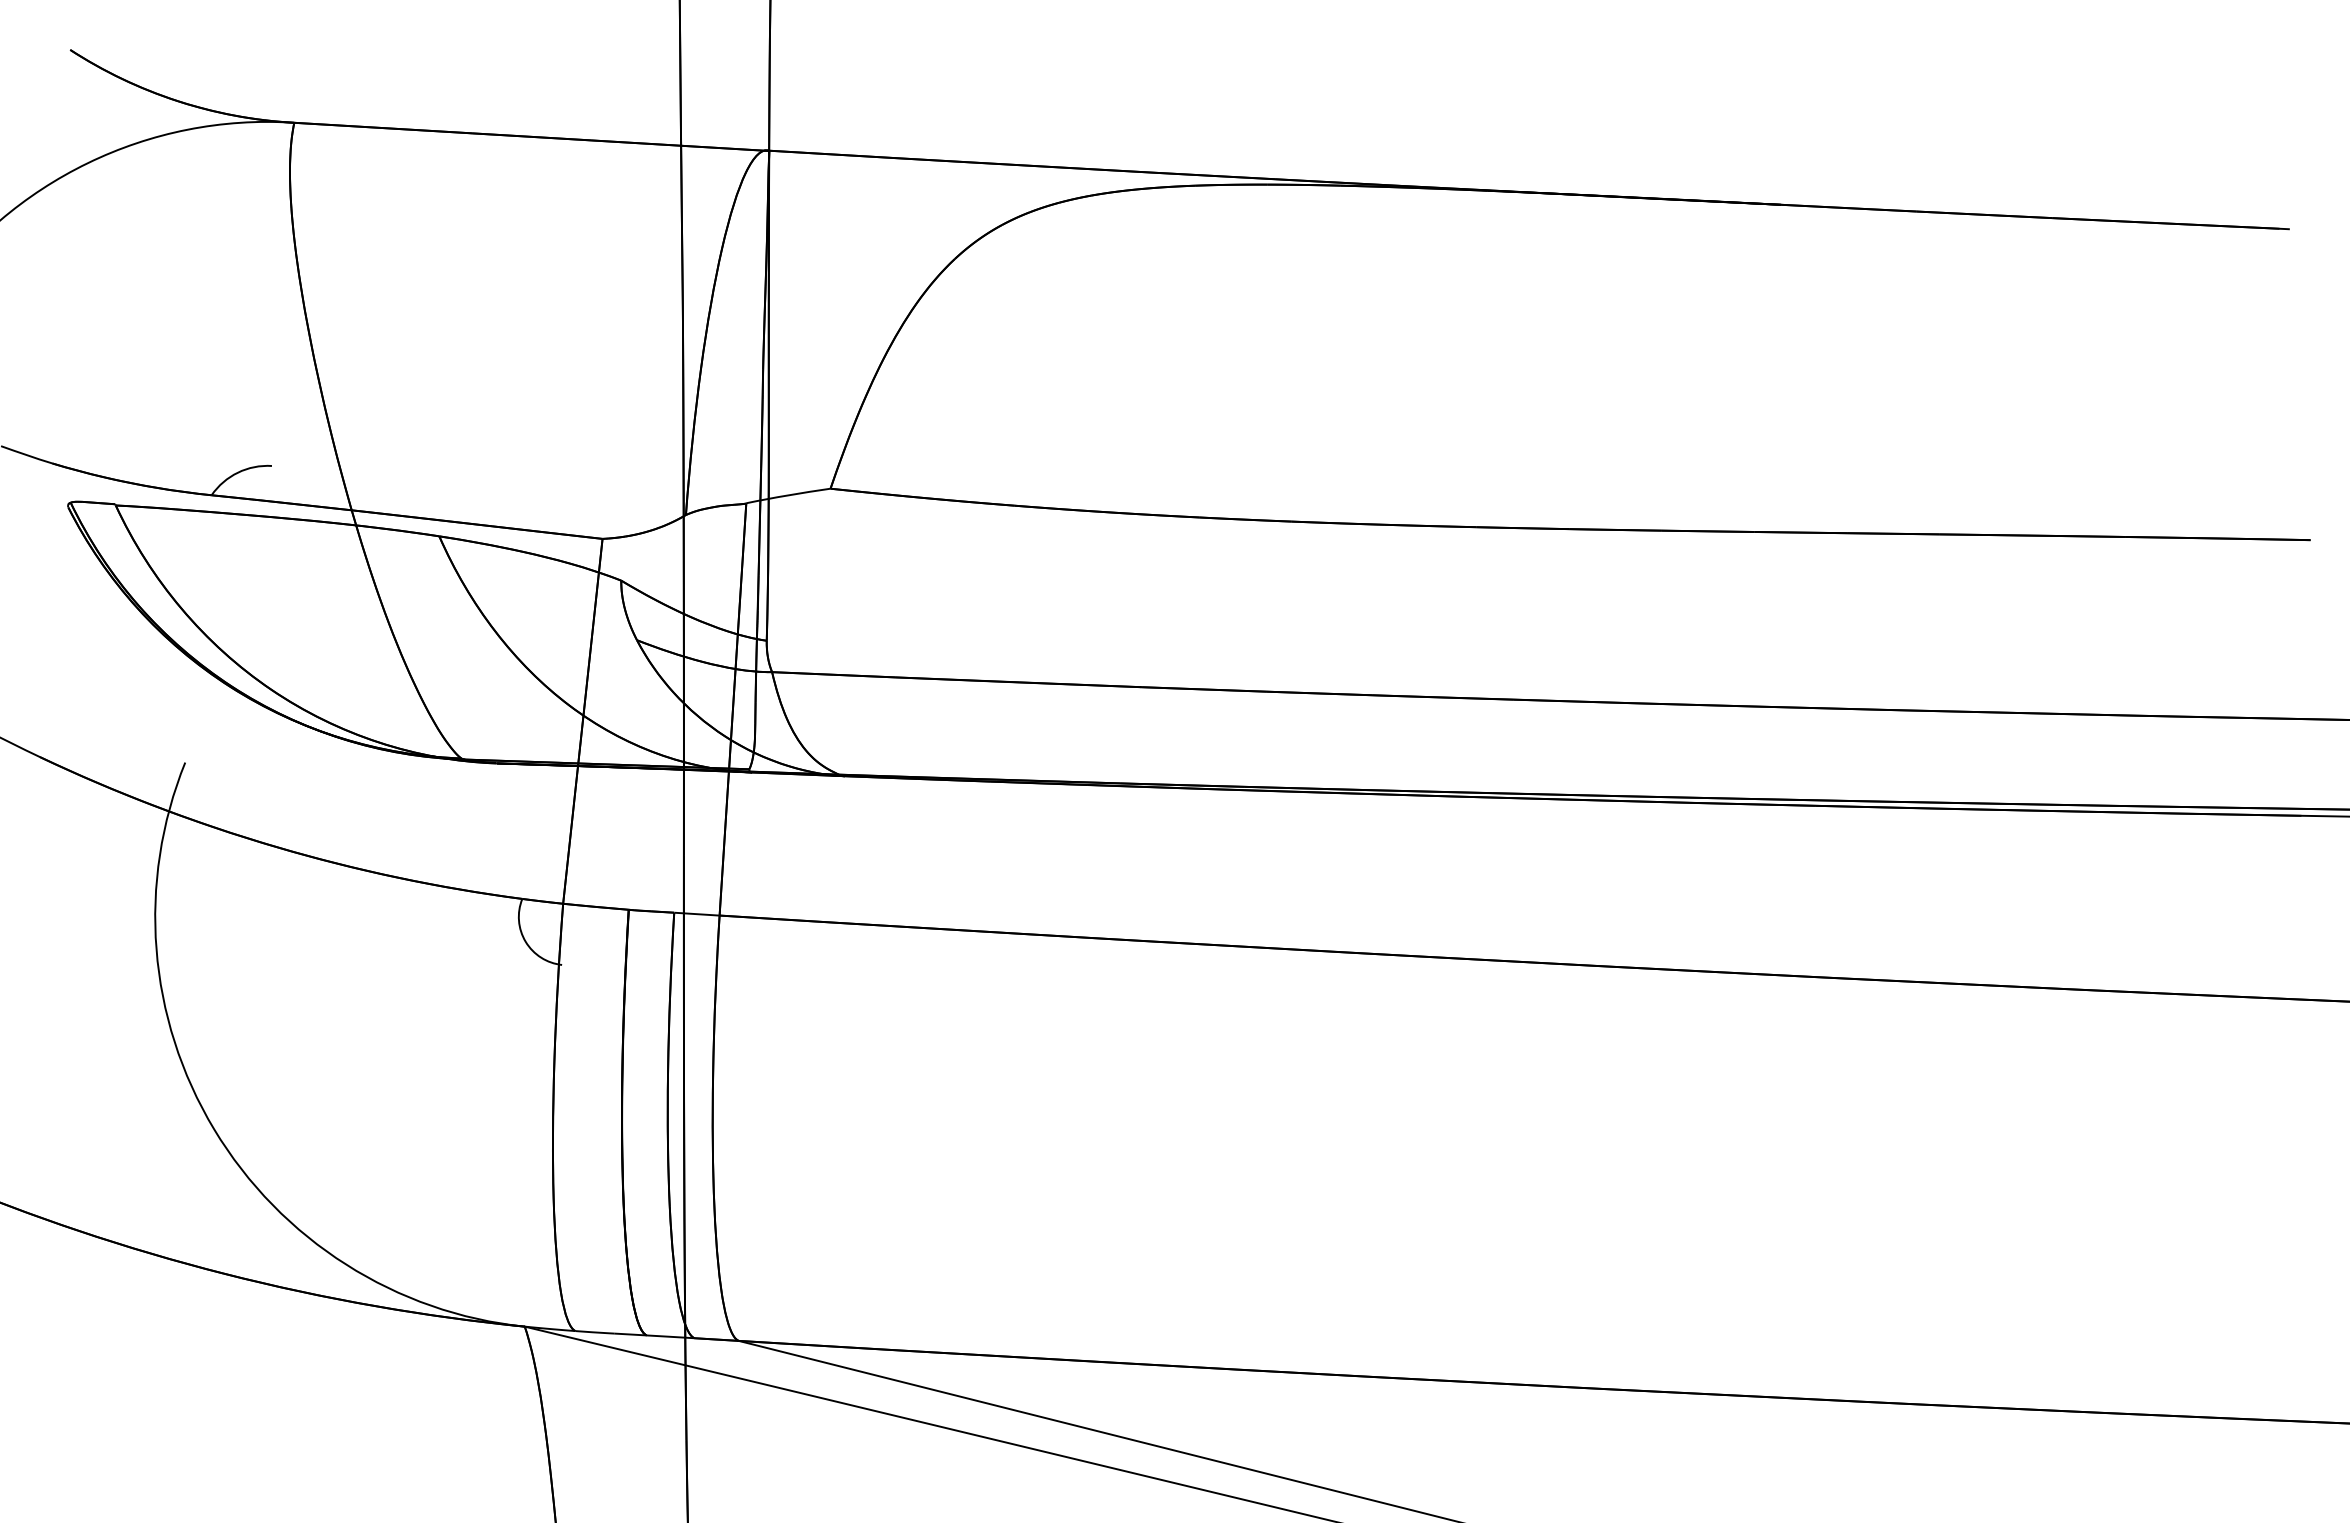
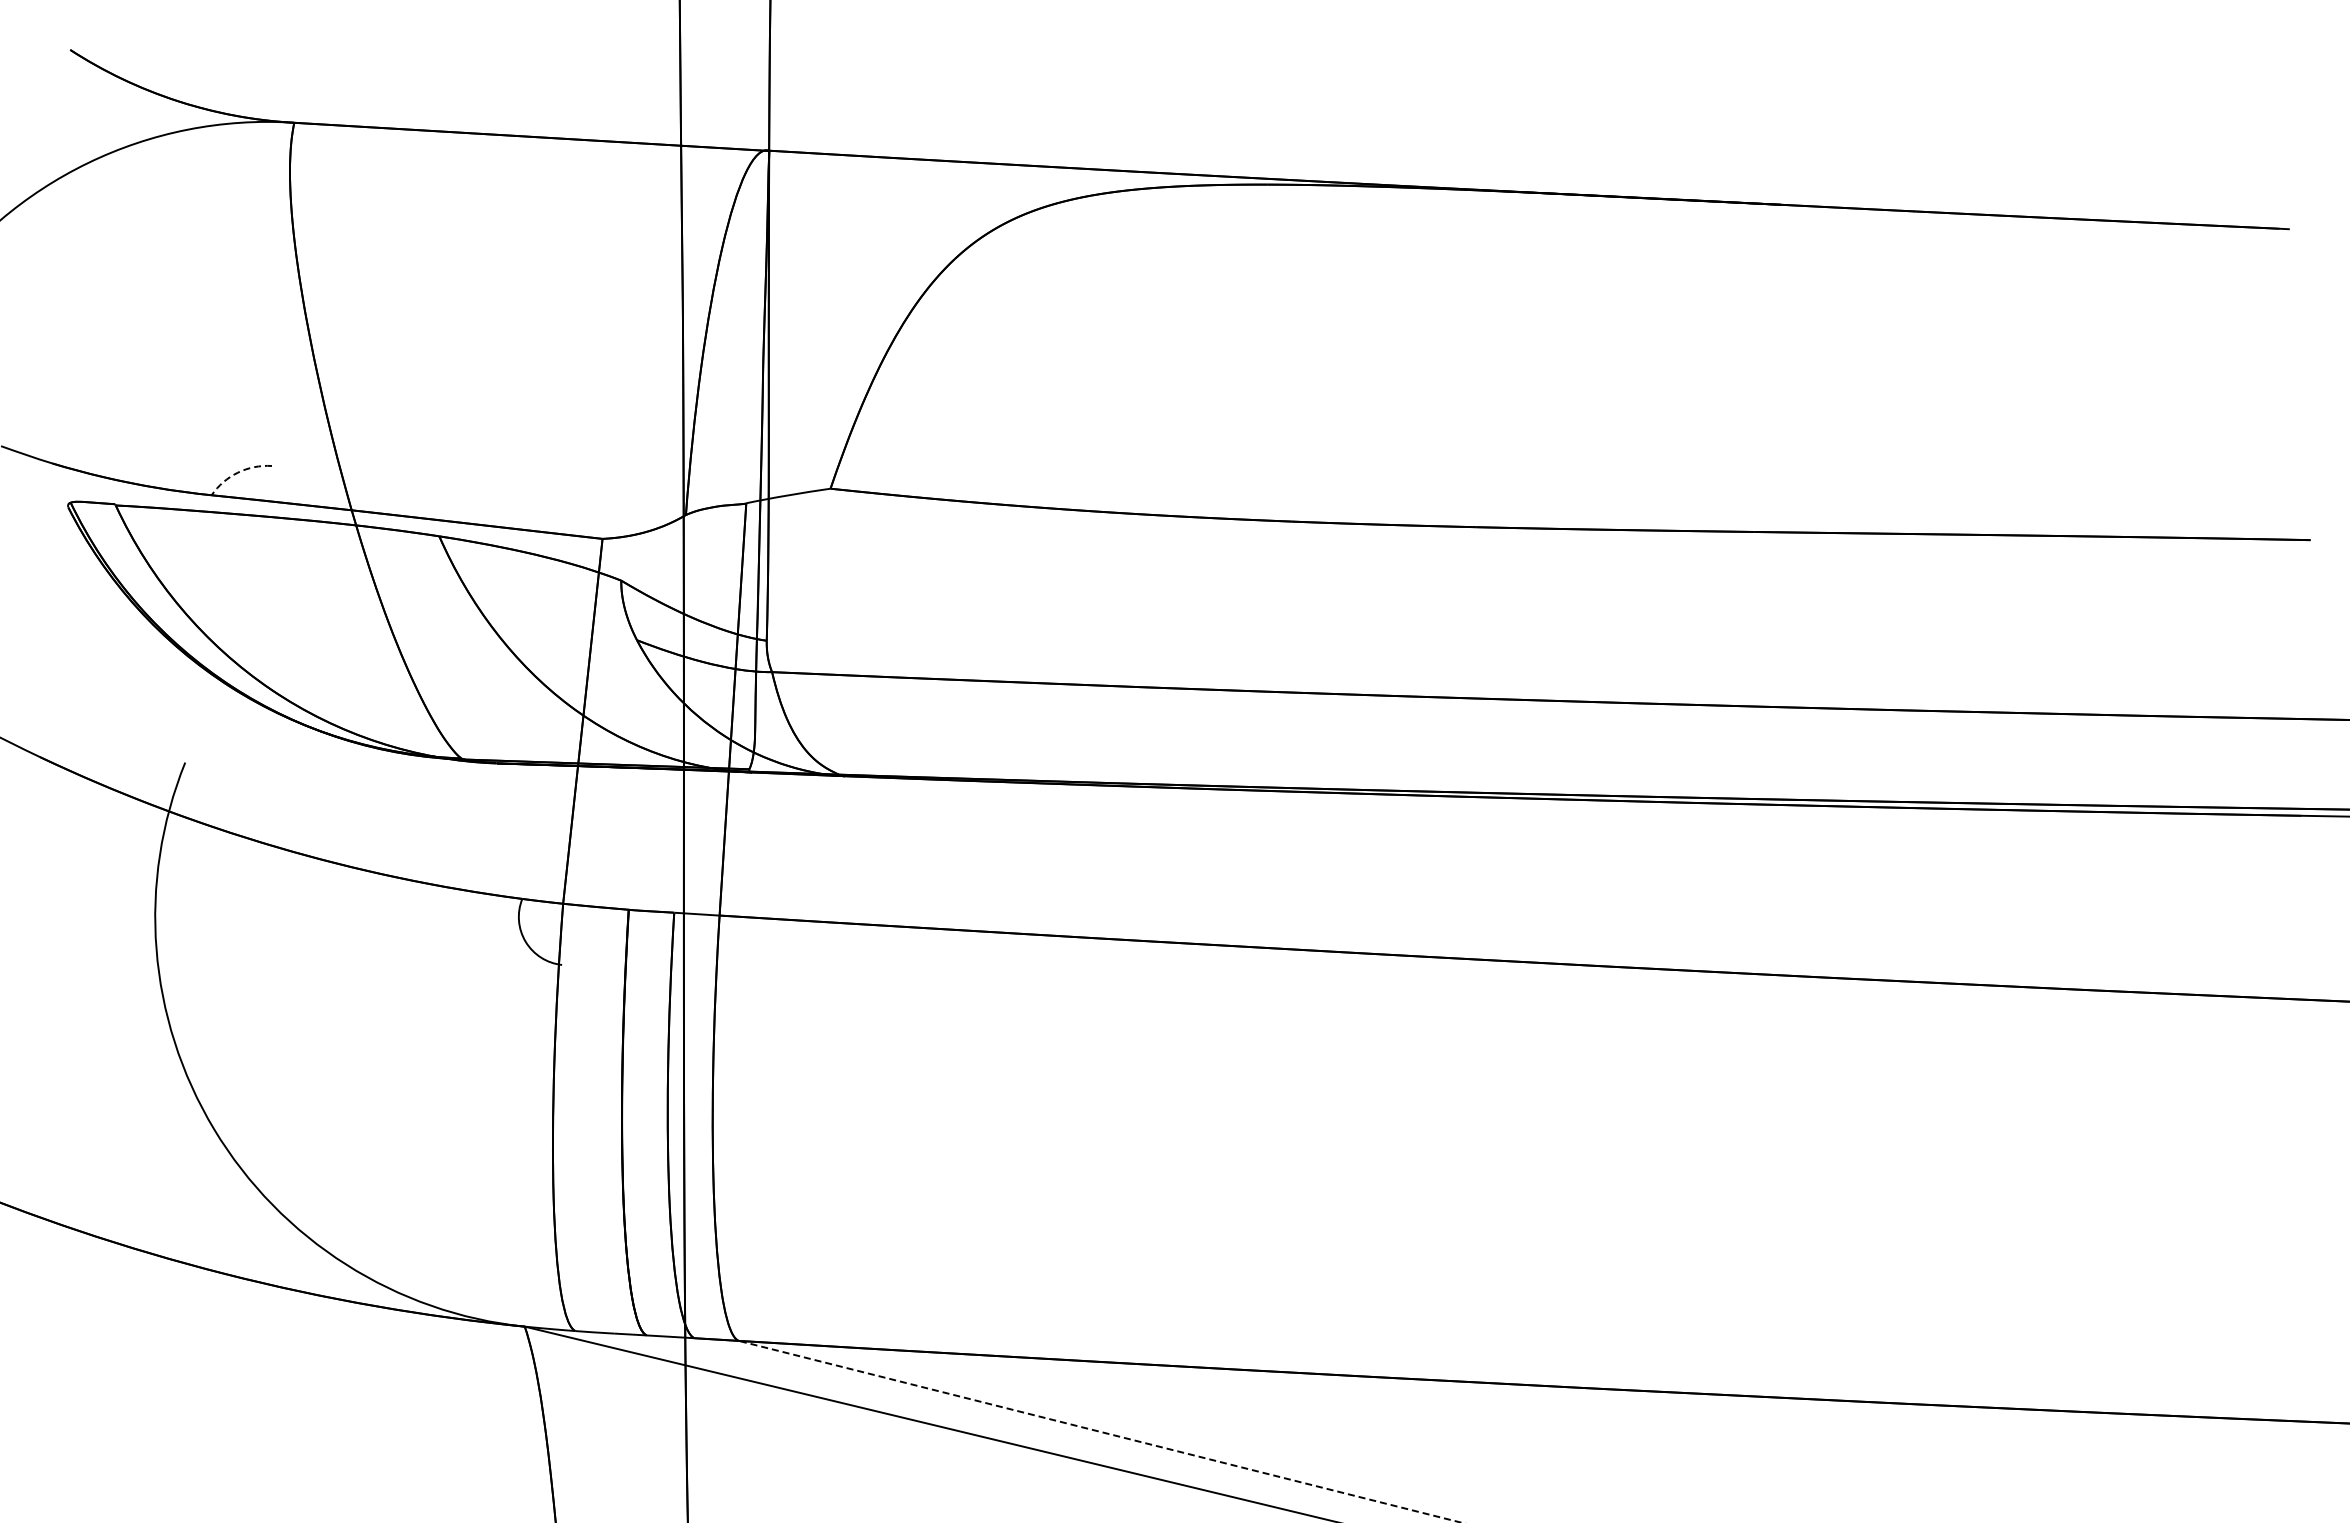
arc at (237, 472): solid -> dashed
line at (1100, 1431): solid -> dashed
